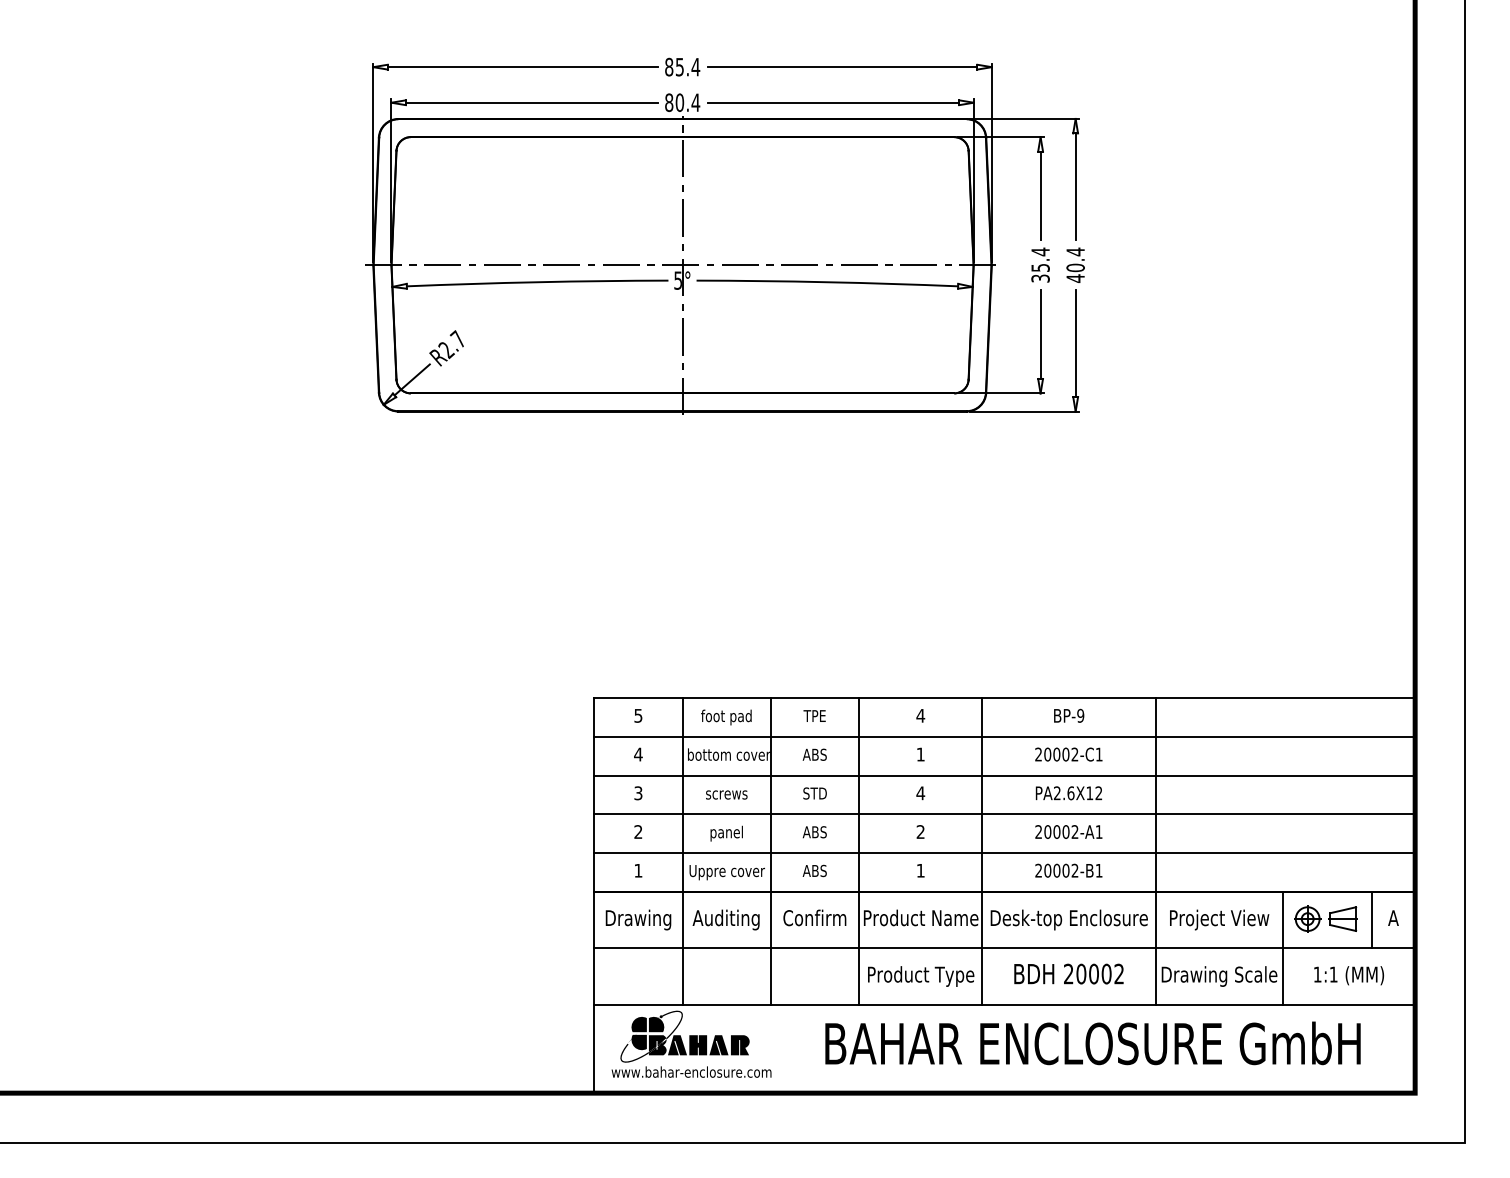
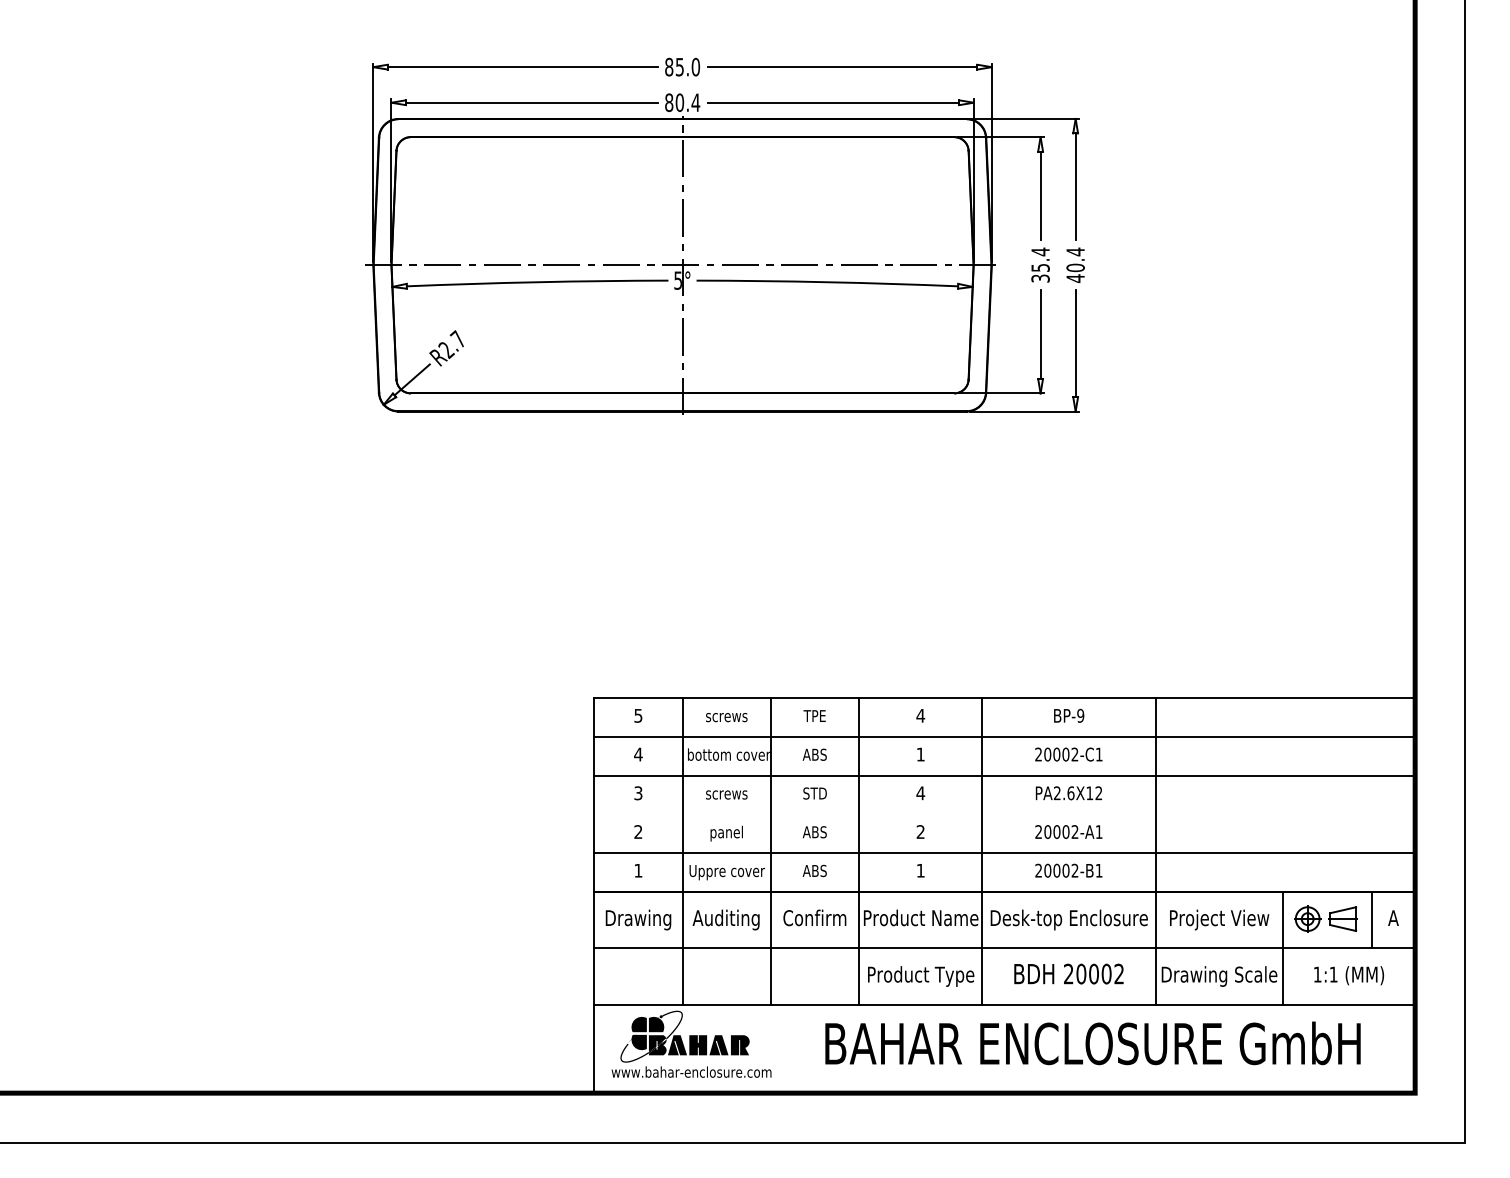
text at (695, 66): 85.4 -> 85.0
text at (726, 717): foot pad -> screws
line at (1004, 814): present -> none
